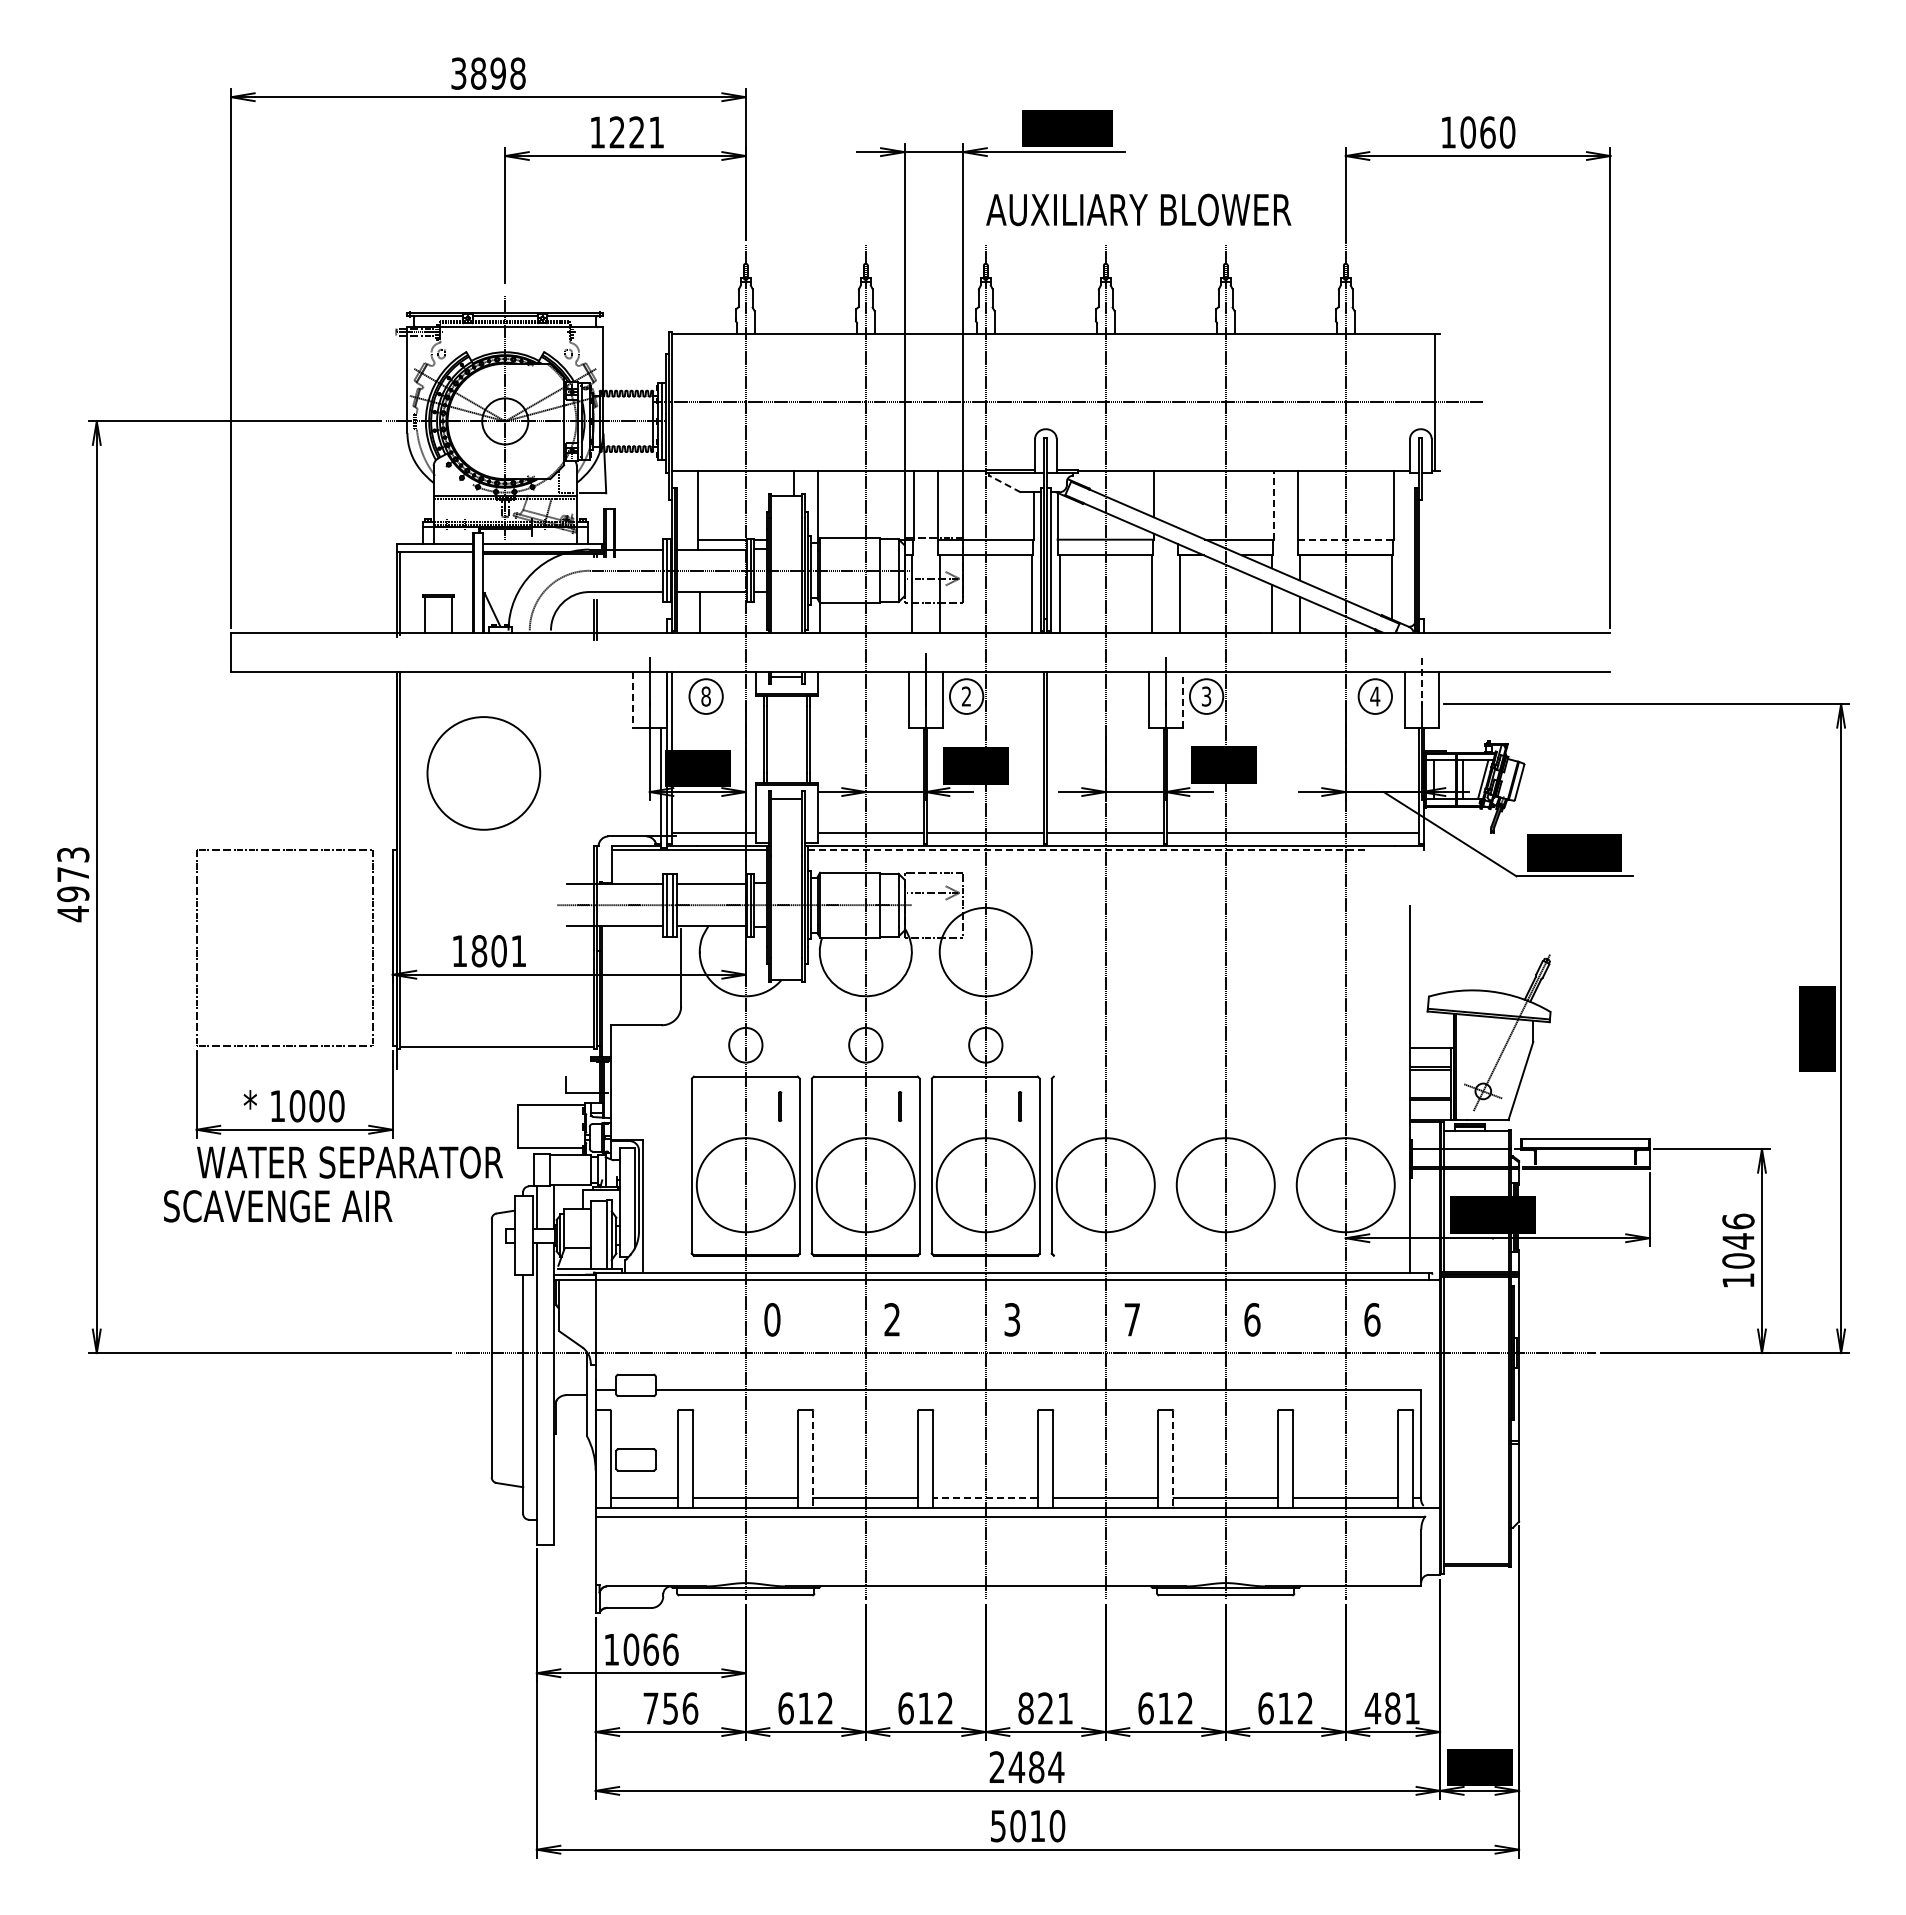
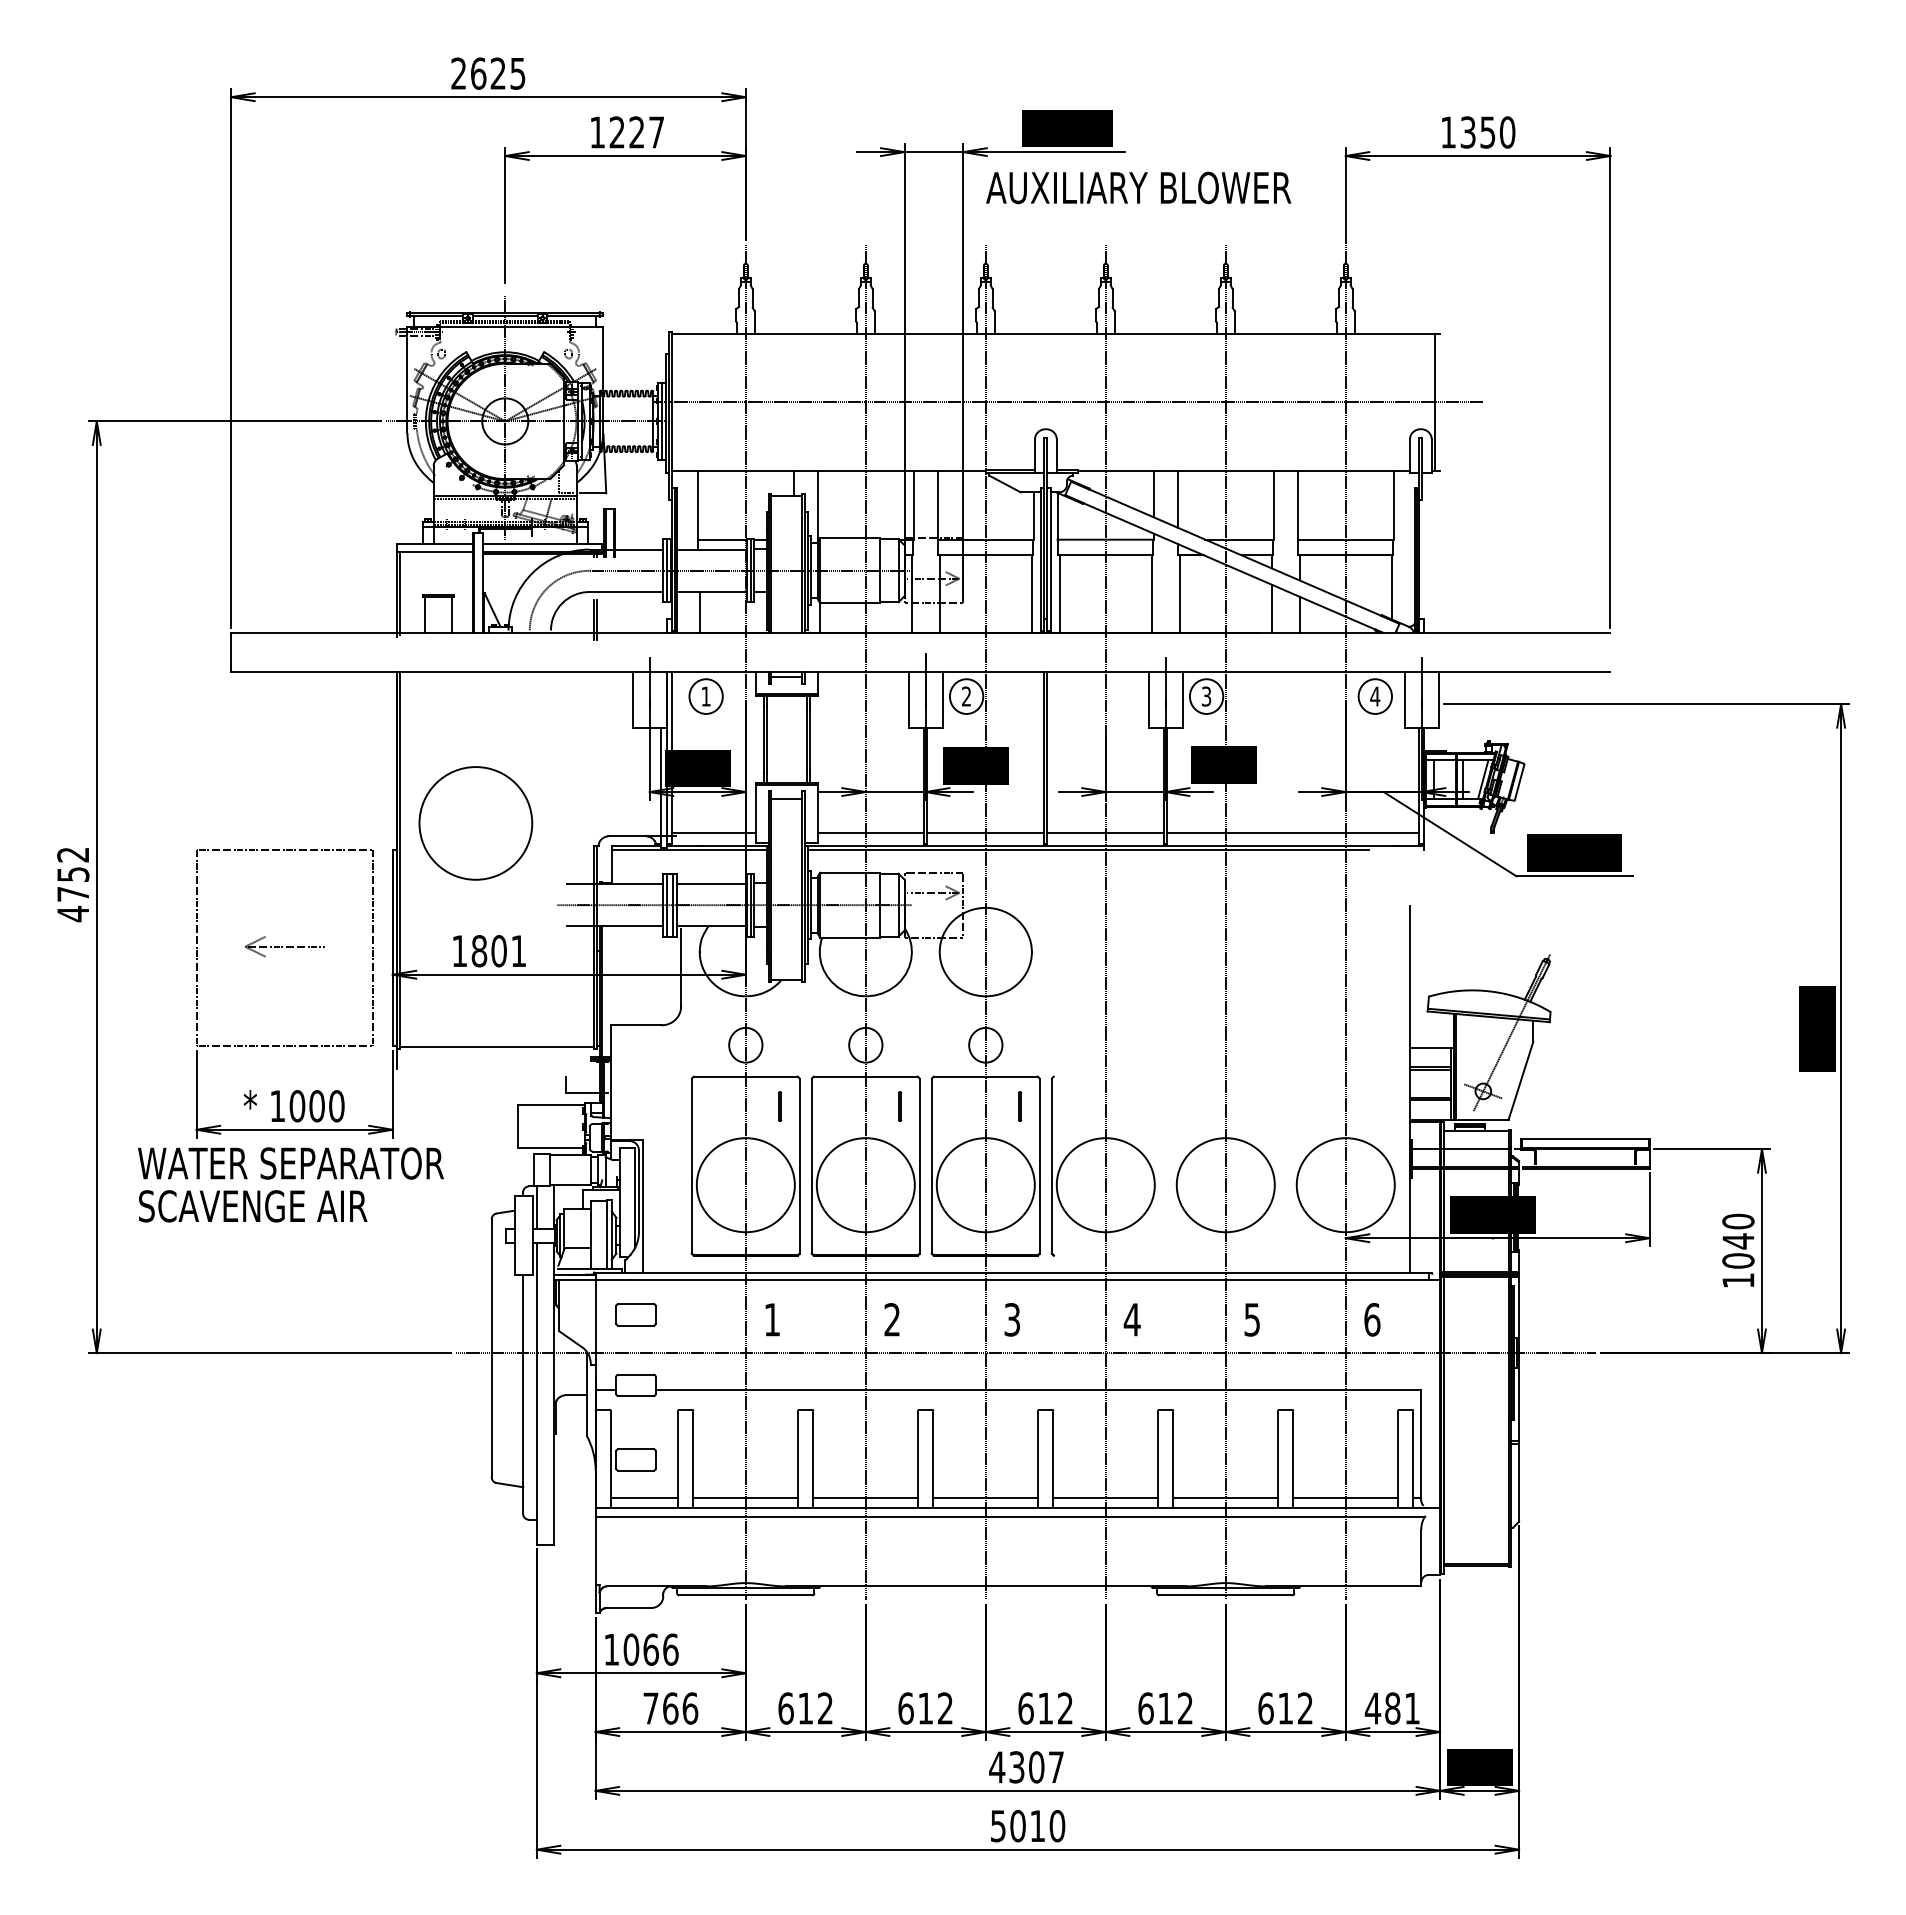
text at (488, 73): 3898 -> 2625
text at (656, 132): 1221 -> 1227
text at (1477, 132): 1060 -> 1350
text at (1138, 209) position: (1138, 209) -> (1138, 187)
line at (1005, 484): dashed -> solid
line at (1177, 498): none -> present
line at (1274, 504): dashed -> solid
line at (1346, 539): dashed -> solid
line at (1421, 681): dashed -> solid
text at (705, 696): 8 -> 1
line at (1182, 699): dashed -> solid
line at (632, 700): dashed -> solid
circle at (483, 773) position: (483, 773) -> (475, 823)
line at (1088, 850): dashed -> solid
text at (73, 874): 4973 -> 4752
part at (284, 946): none -> present
text at (349, 1162) position: (349, 1162) -> (290, 1163)
text at (278, 1206) position: (278, 1206) -> (253, 1206)
text at (1738, 1221): 1046 -> 1040
part at (635, 1314): none -> present
text at (772, 1319): 0 -> 1
text at (1131, 1319): 7 -> 4
text at (1252, 1319): 6 -> 5
line at (813, 1459): dashed -> solid
line at (1173, 1459): dashed -> solid
line at (985, 1497): dashed -> solid
text at (670, 1708): 756 -> 766
text at (1045, 1708): 821 -> 612
text at (1026, 1767): 2484 -> 4307
